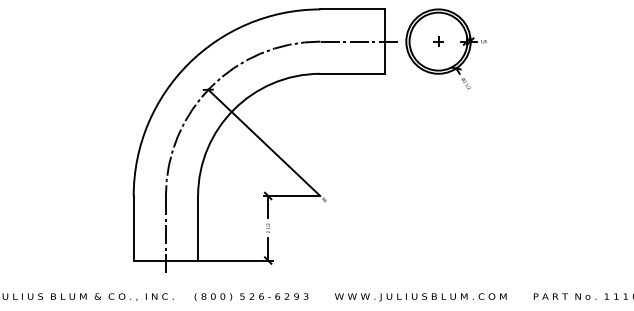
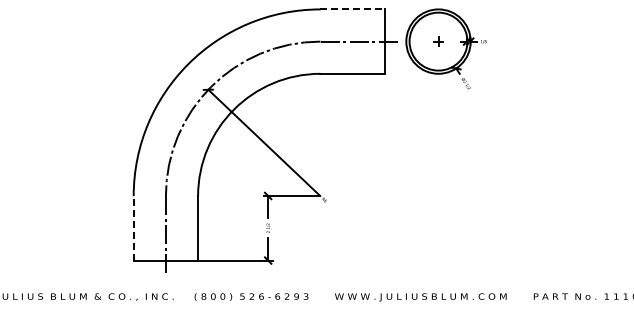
line at (353, 9): solid -> dashed
line at (133, 227): solid -> dashed
